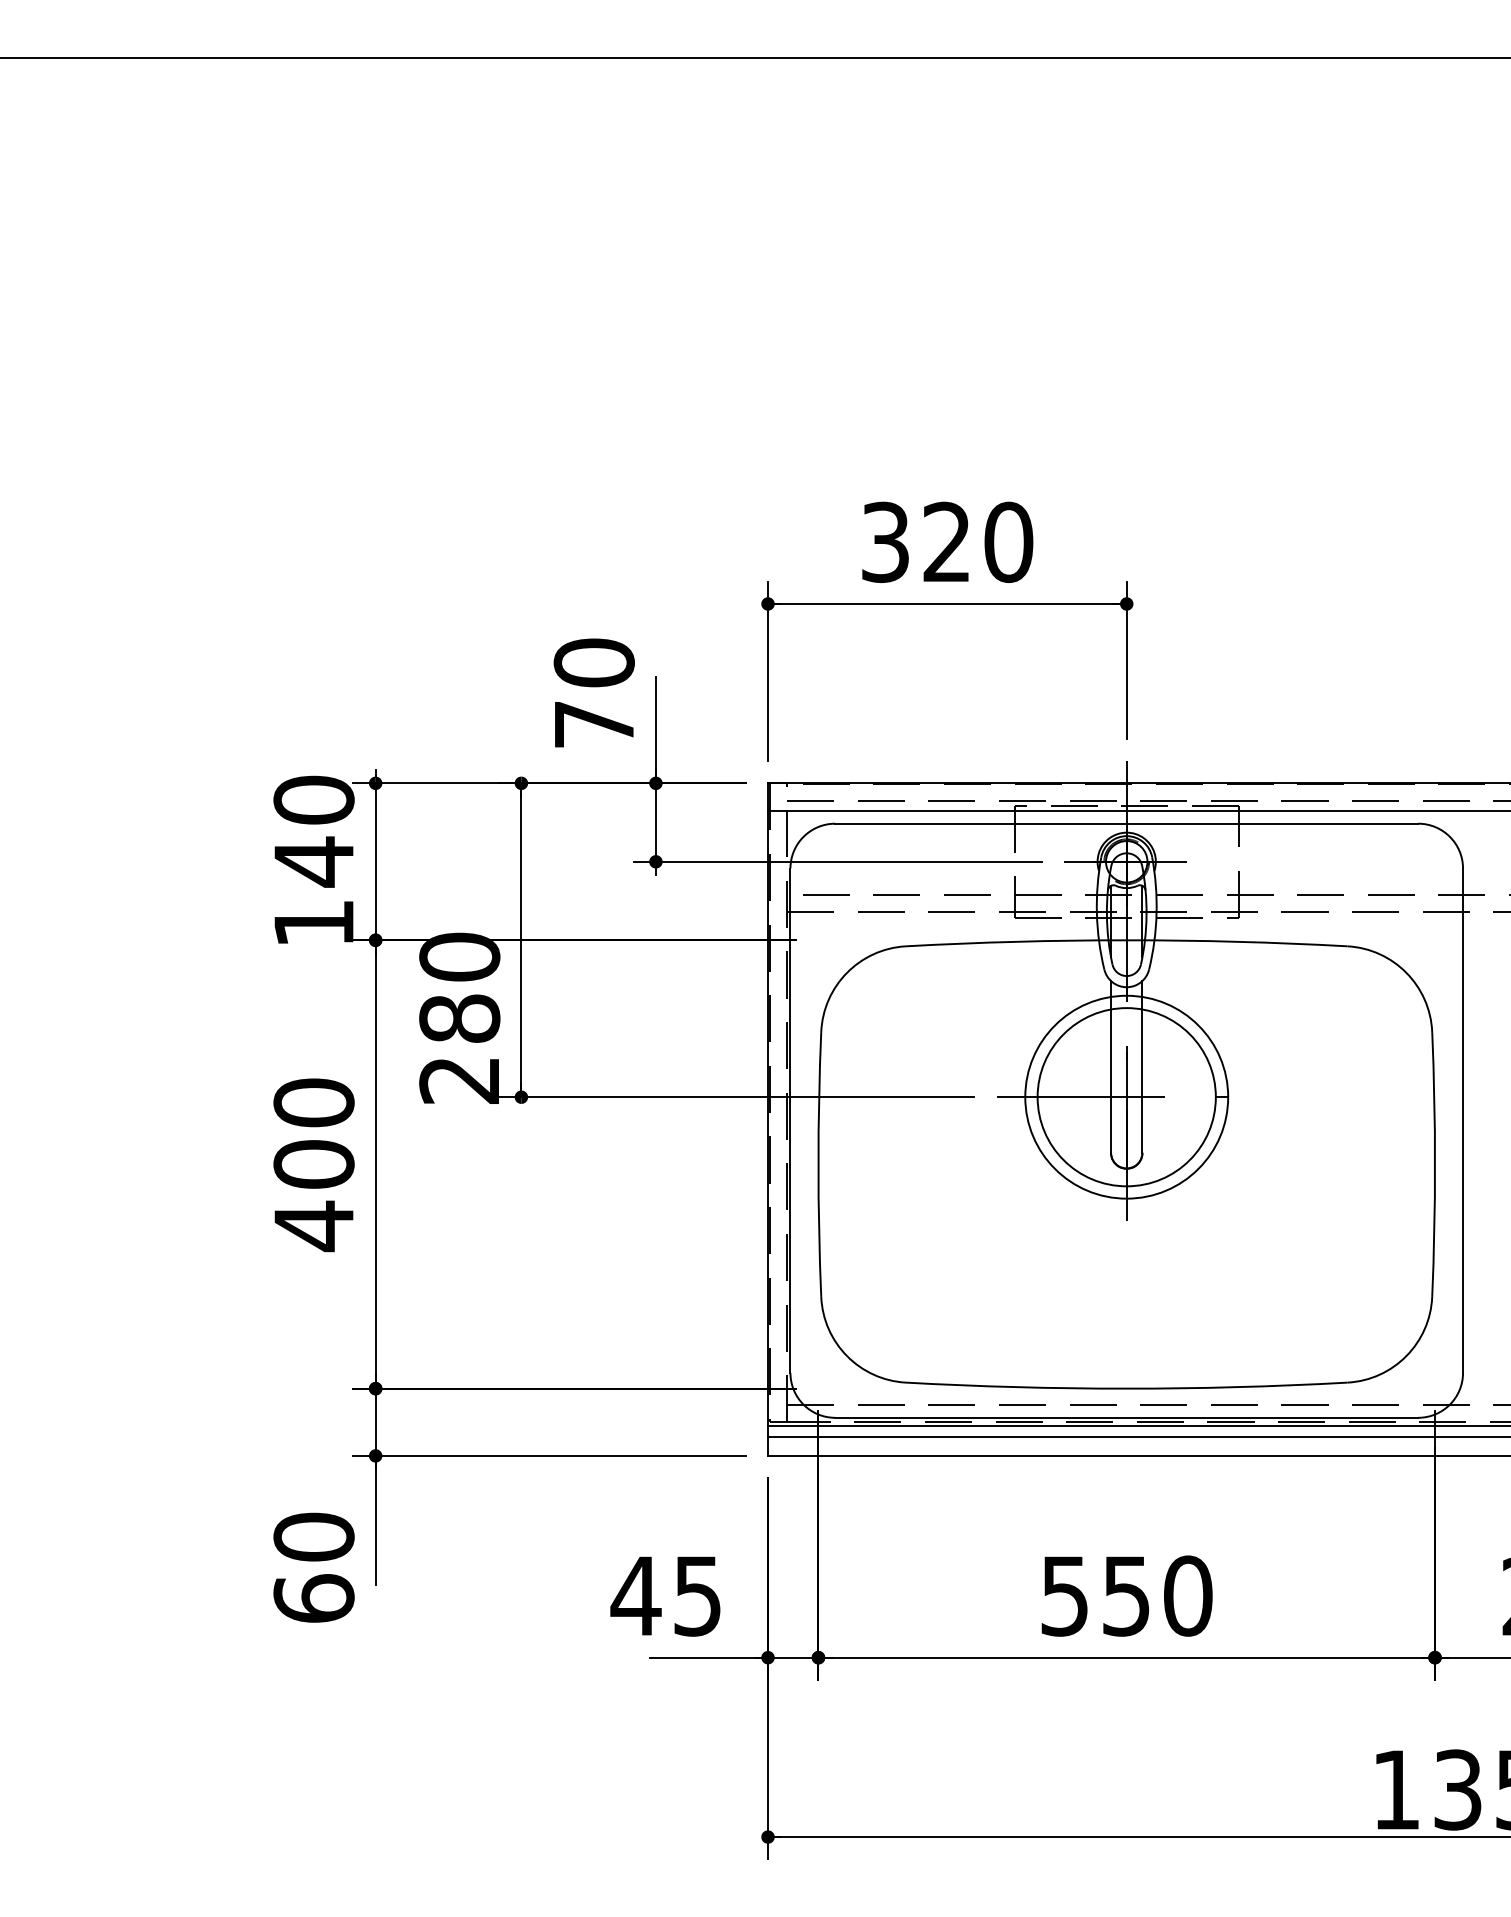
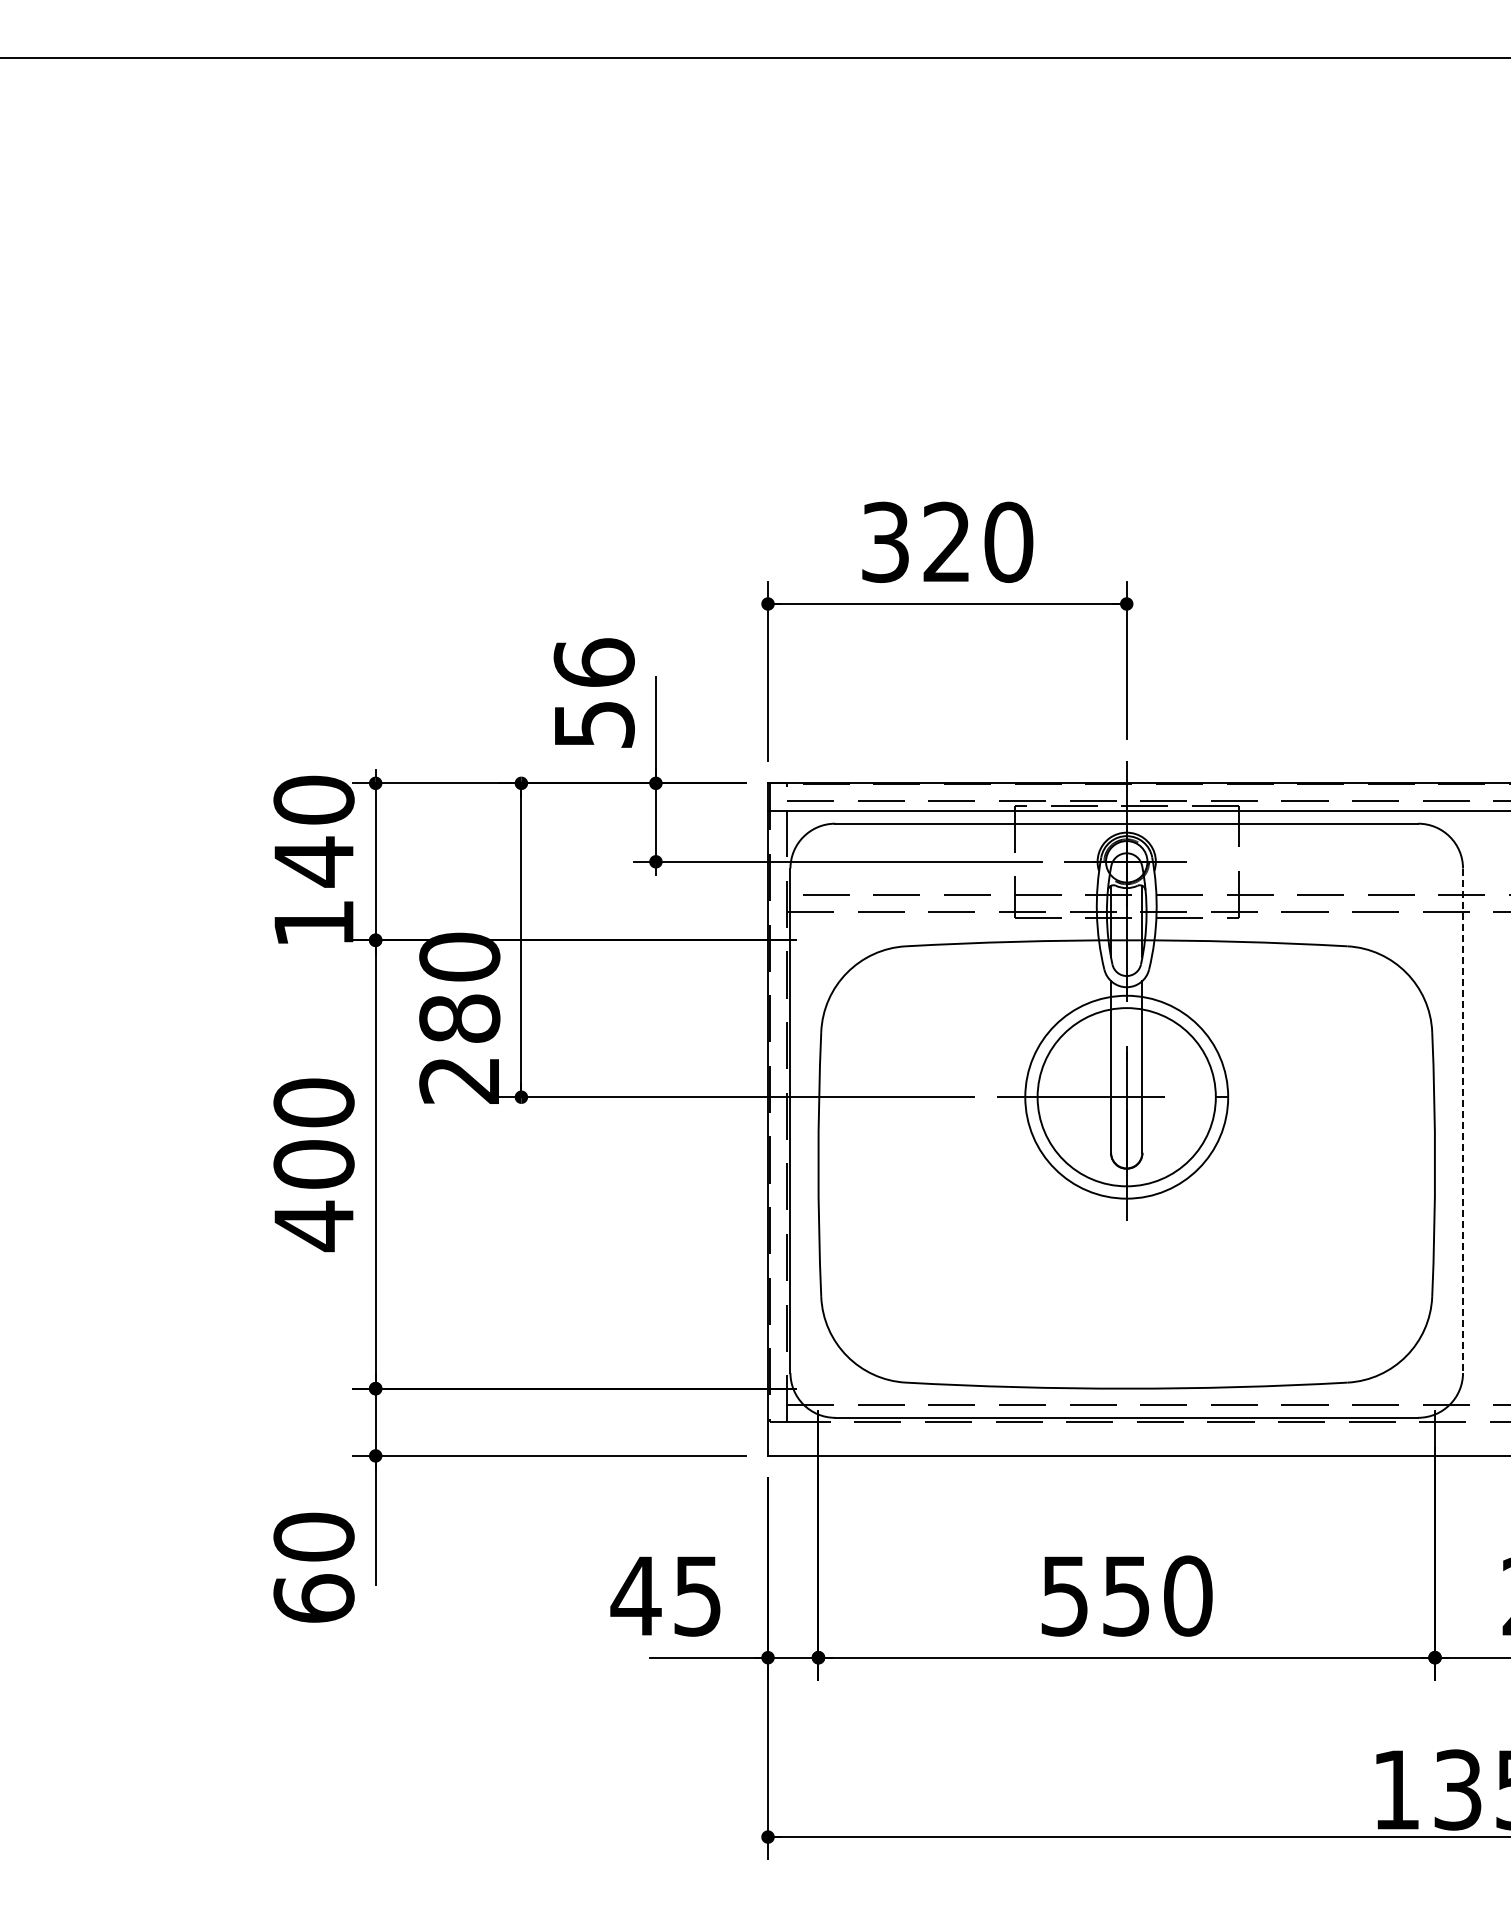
text at (593, 692): 70 -> 56
line at (1463, 1121): solid -> dashed
line at (1137, 1425): present -> none
line at (1137, 1437): present -> none
